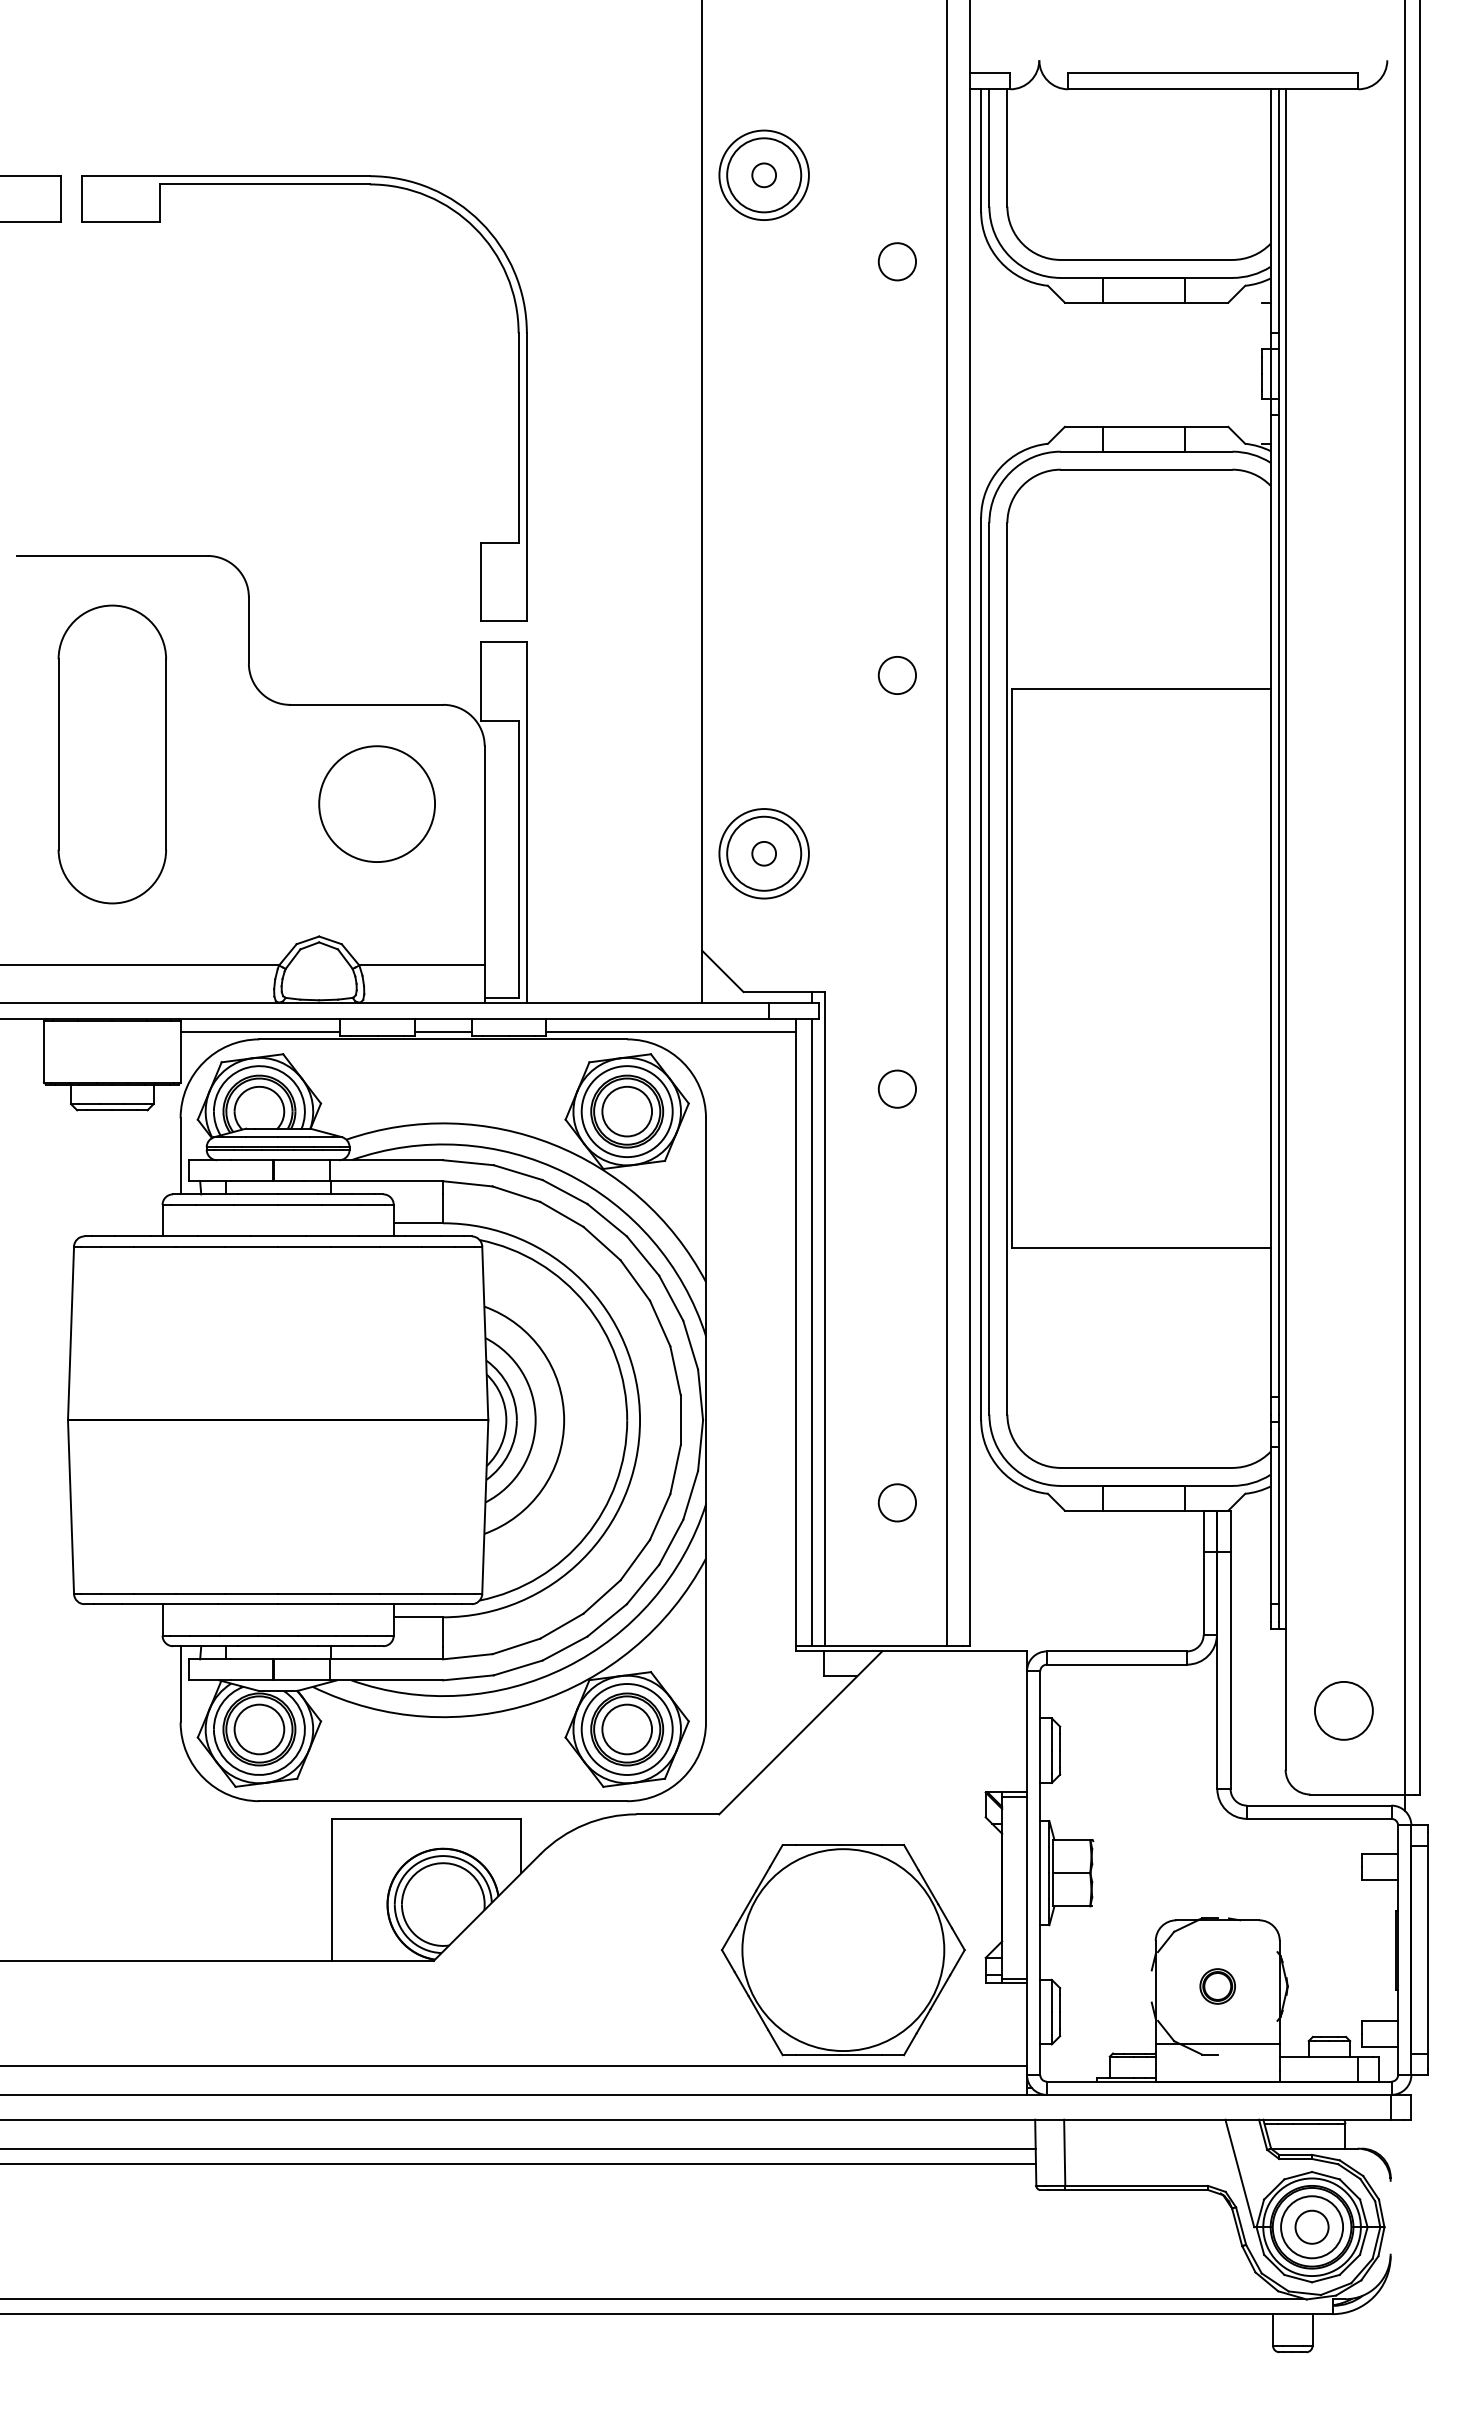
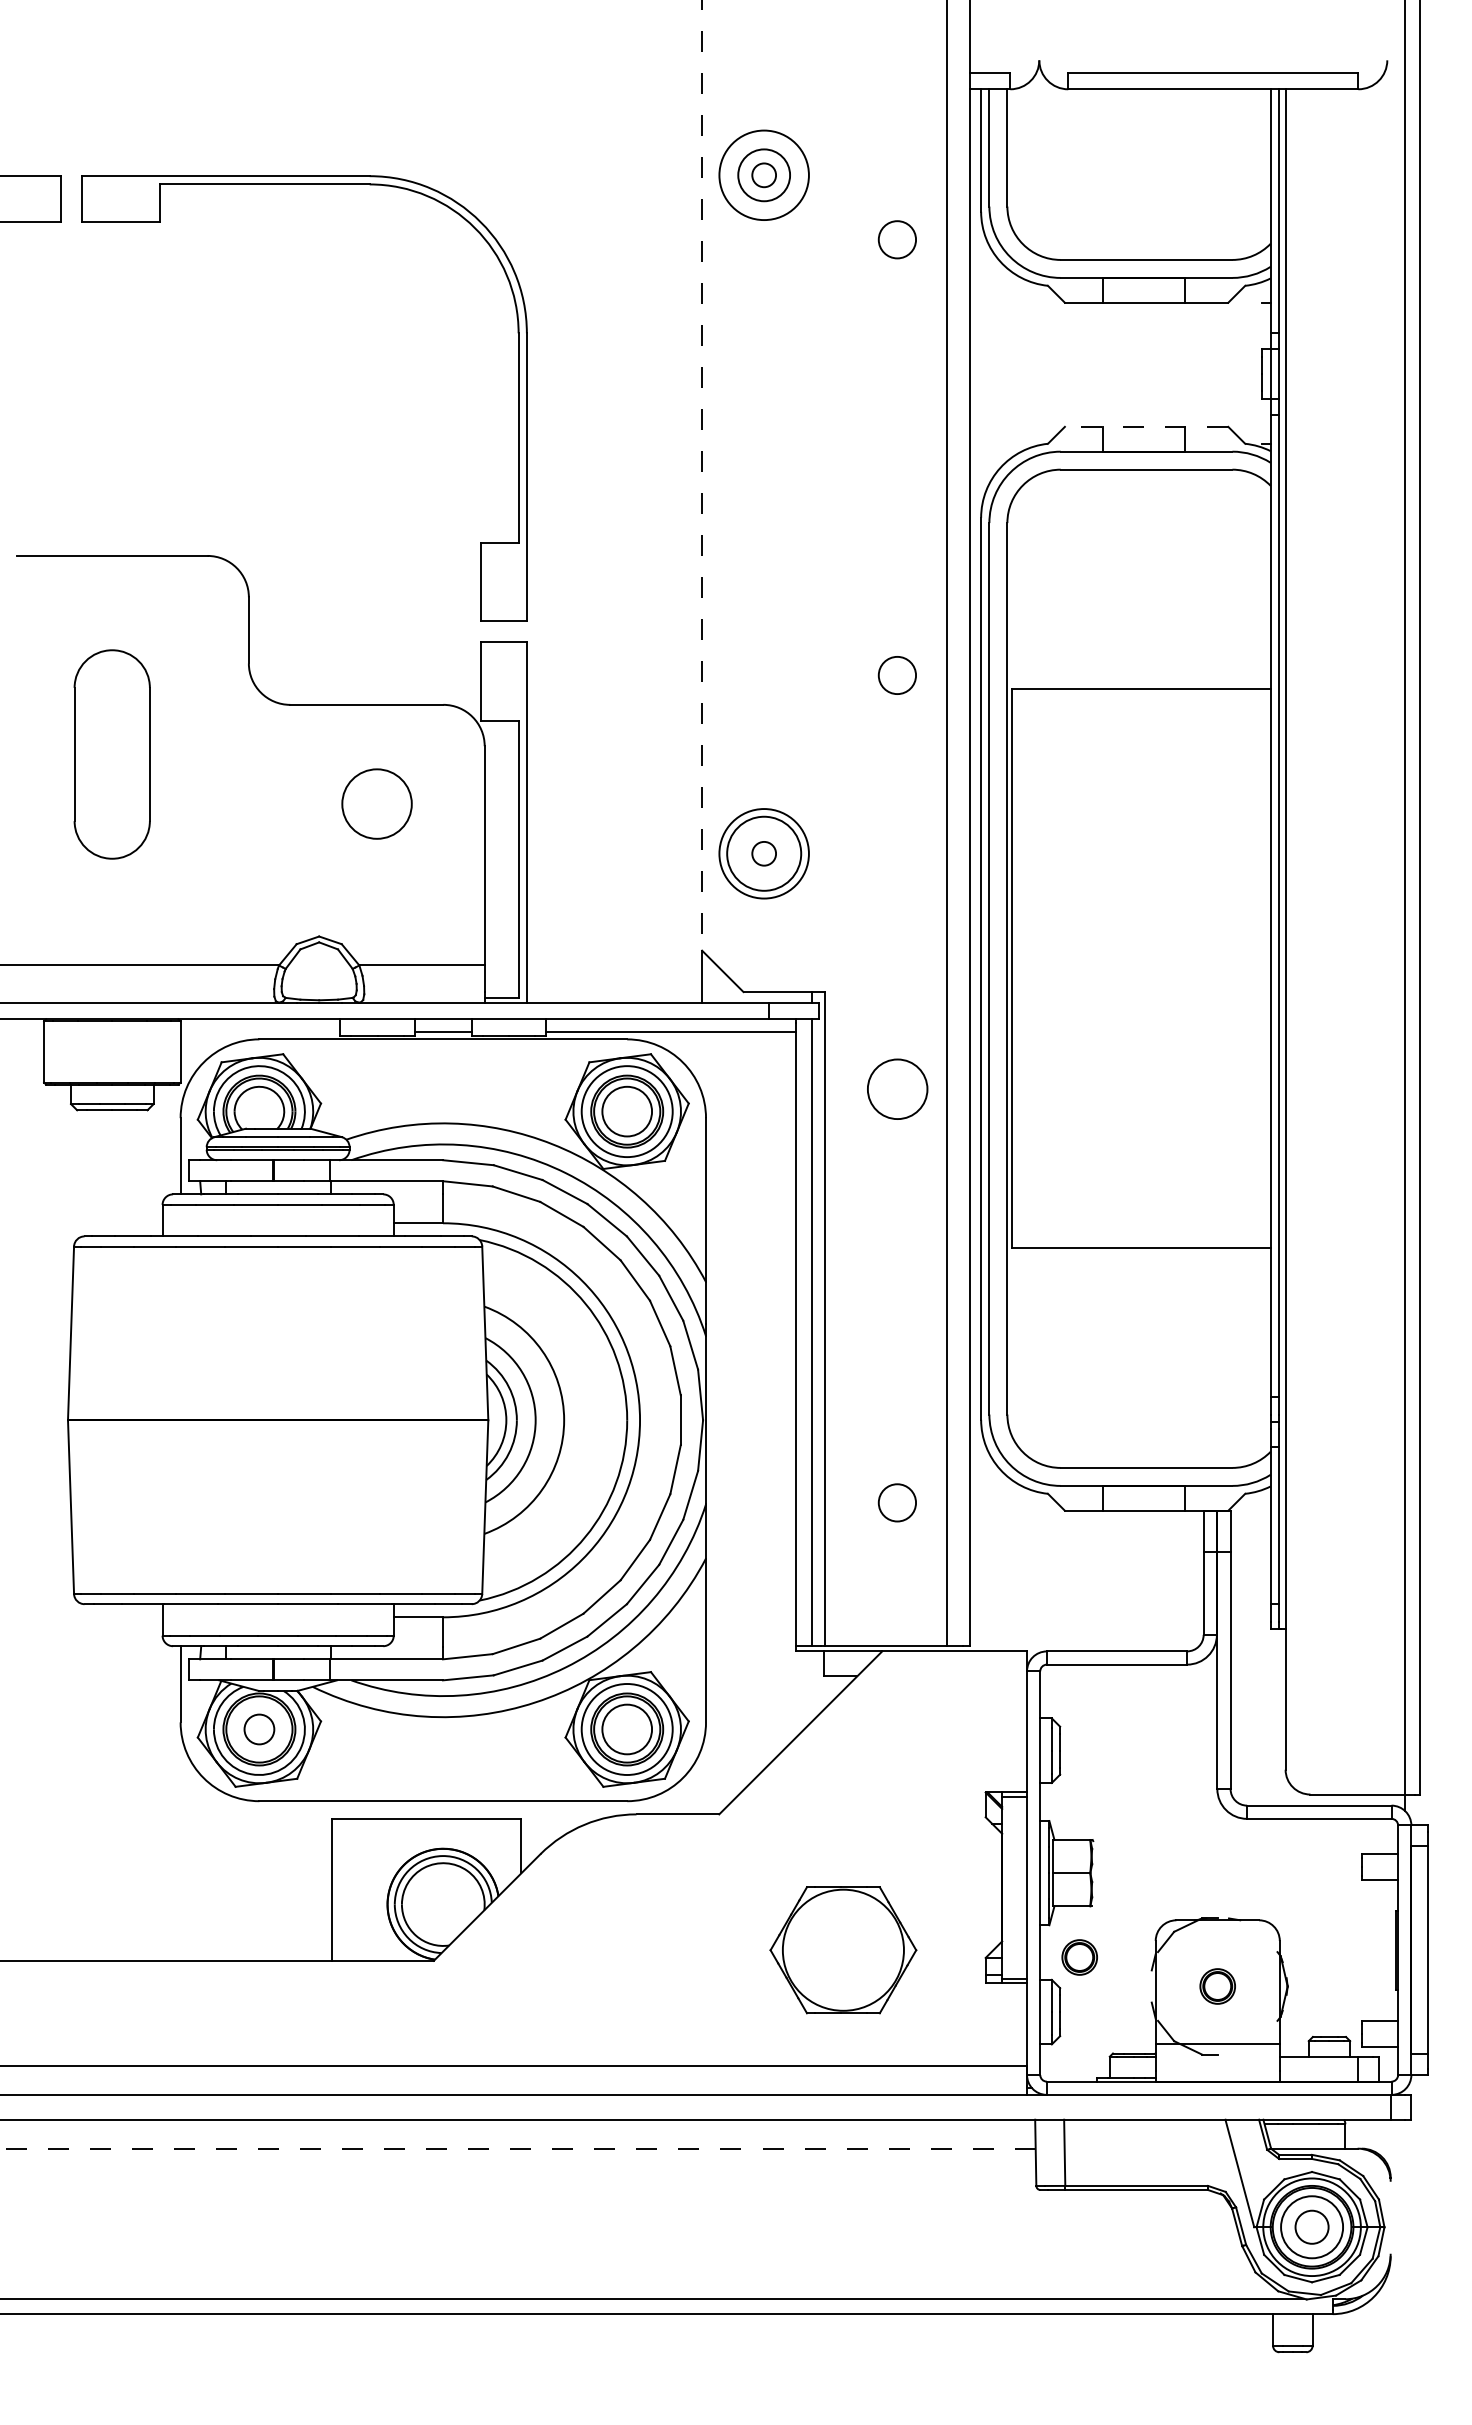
circle at (764, 175) diameter: 74 px -> 52 px
circle at (896, 261) position: (896, 261) -> (896, 239)
line at (1146, 426): solid -> dashed
line at (702, 476): solid -> dashed
part at (111, 754) size: 110x301 px -> 78x211 px
circle at (376, 803) size: 118x118 px -> 72x72 px
line at (260, 1031): present -> none
circle at (896, 1088) size: 40x40 px -> 62x62 px
circle at (1343, 1710): present -> none
circle at (259, 1729) diameter: 50 px -> 30 px
part at (843, 1950) size: 245x213 px -> 149x129 px
part at (1079, 1957): none -> present
line at (517, 2148): solid -> dashed
line at (518, 2163): present -> none
